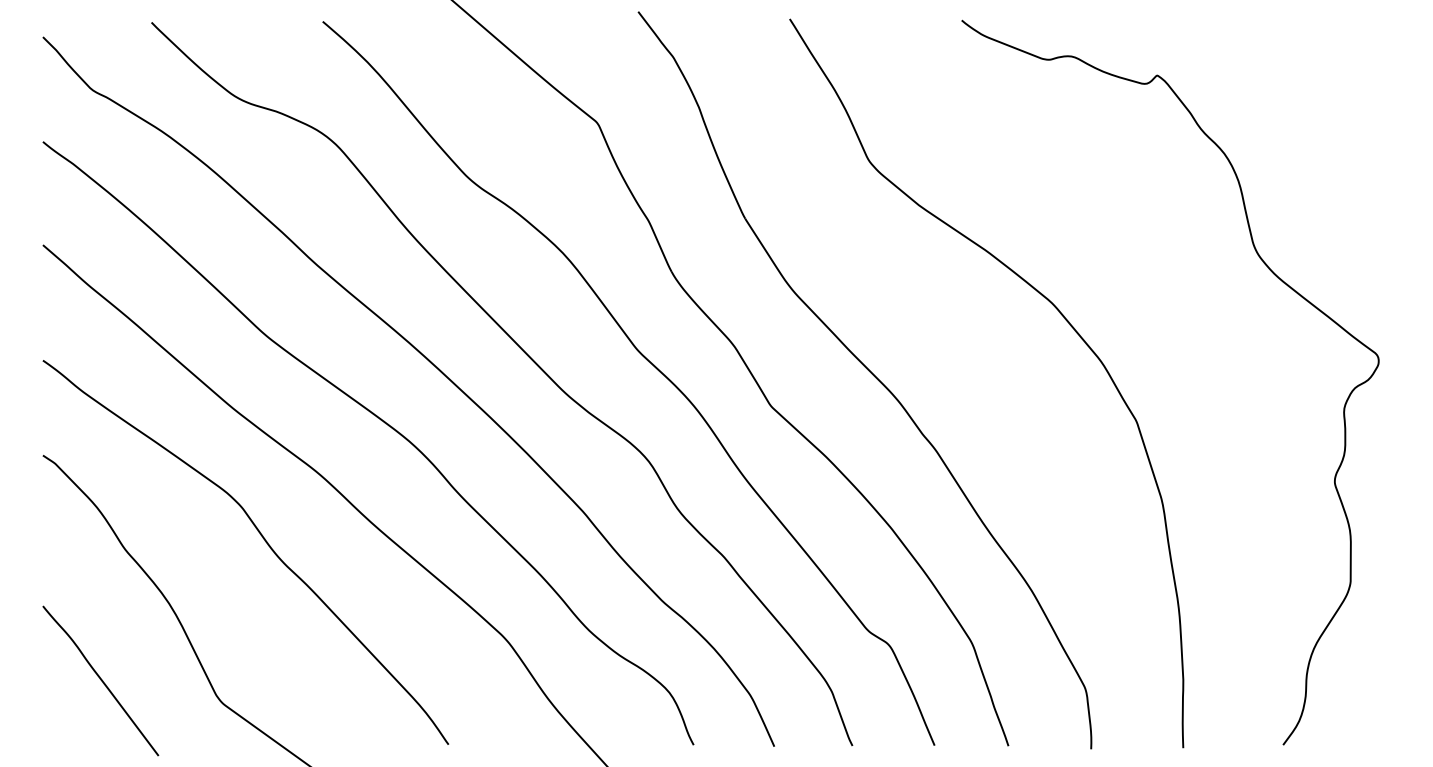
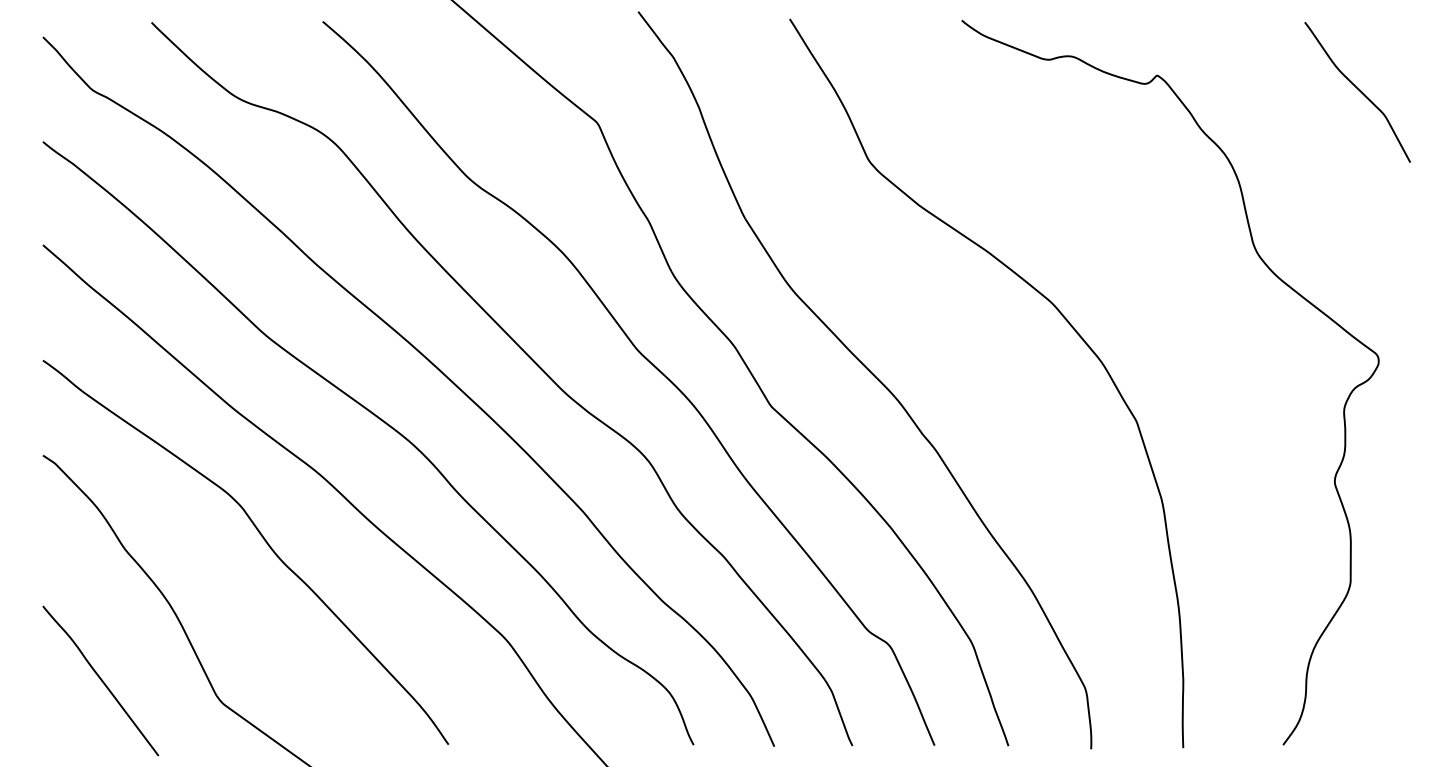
curve at (1358, 90): none -> present
